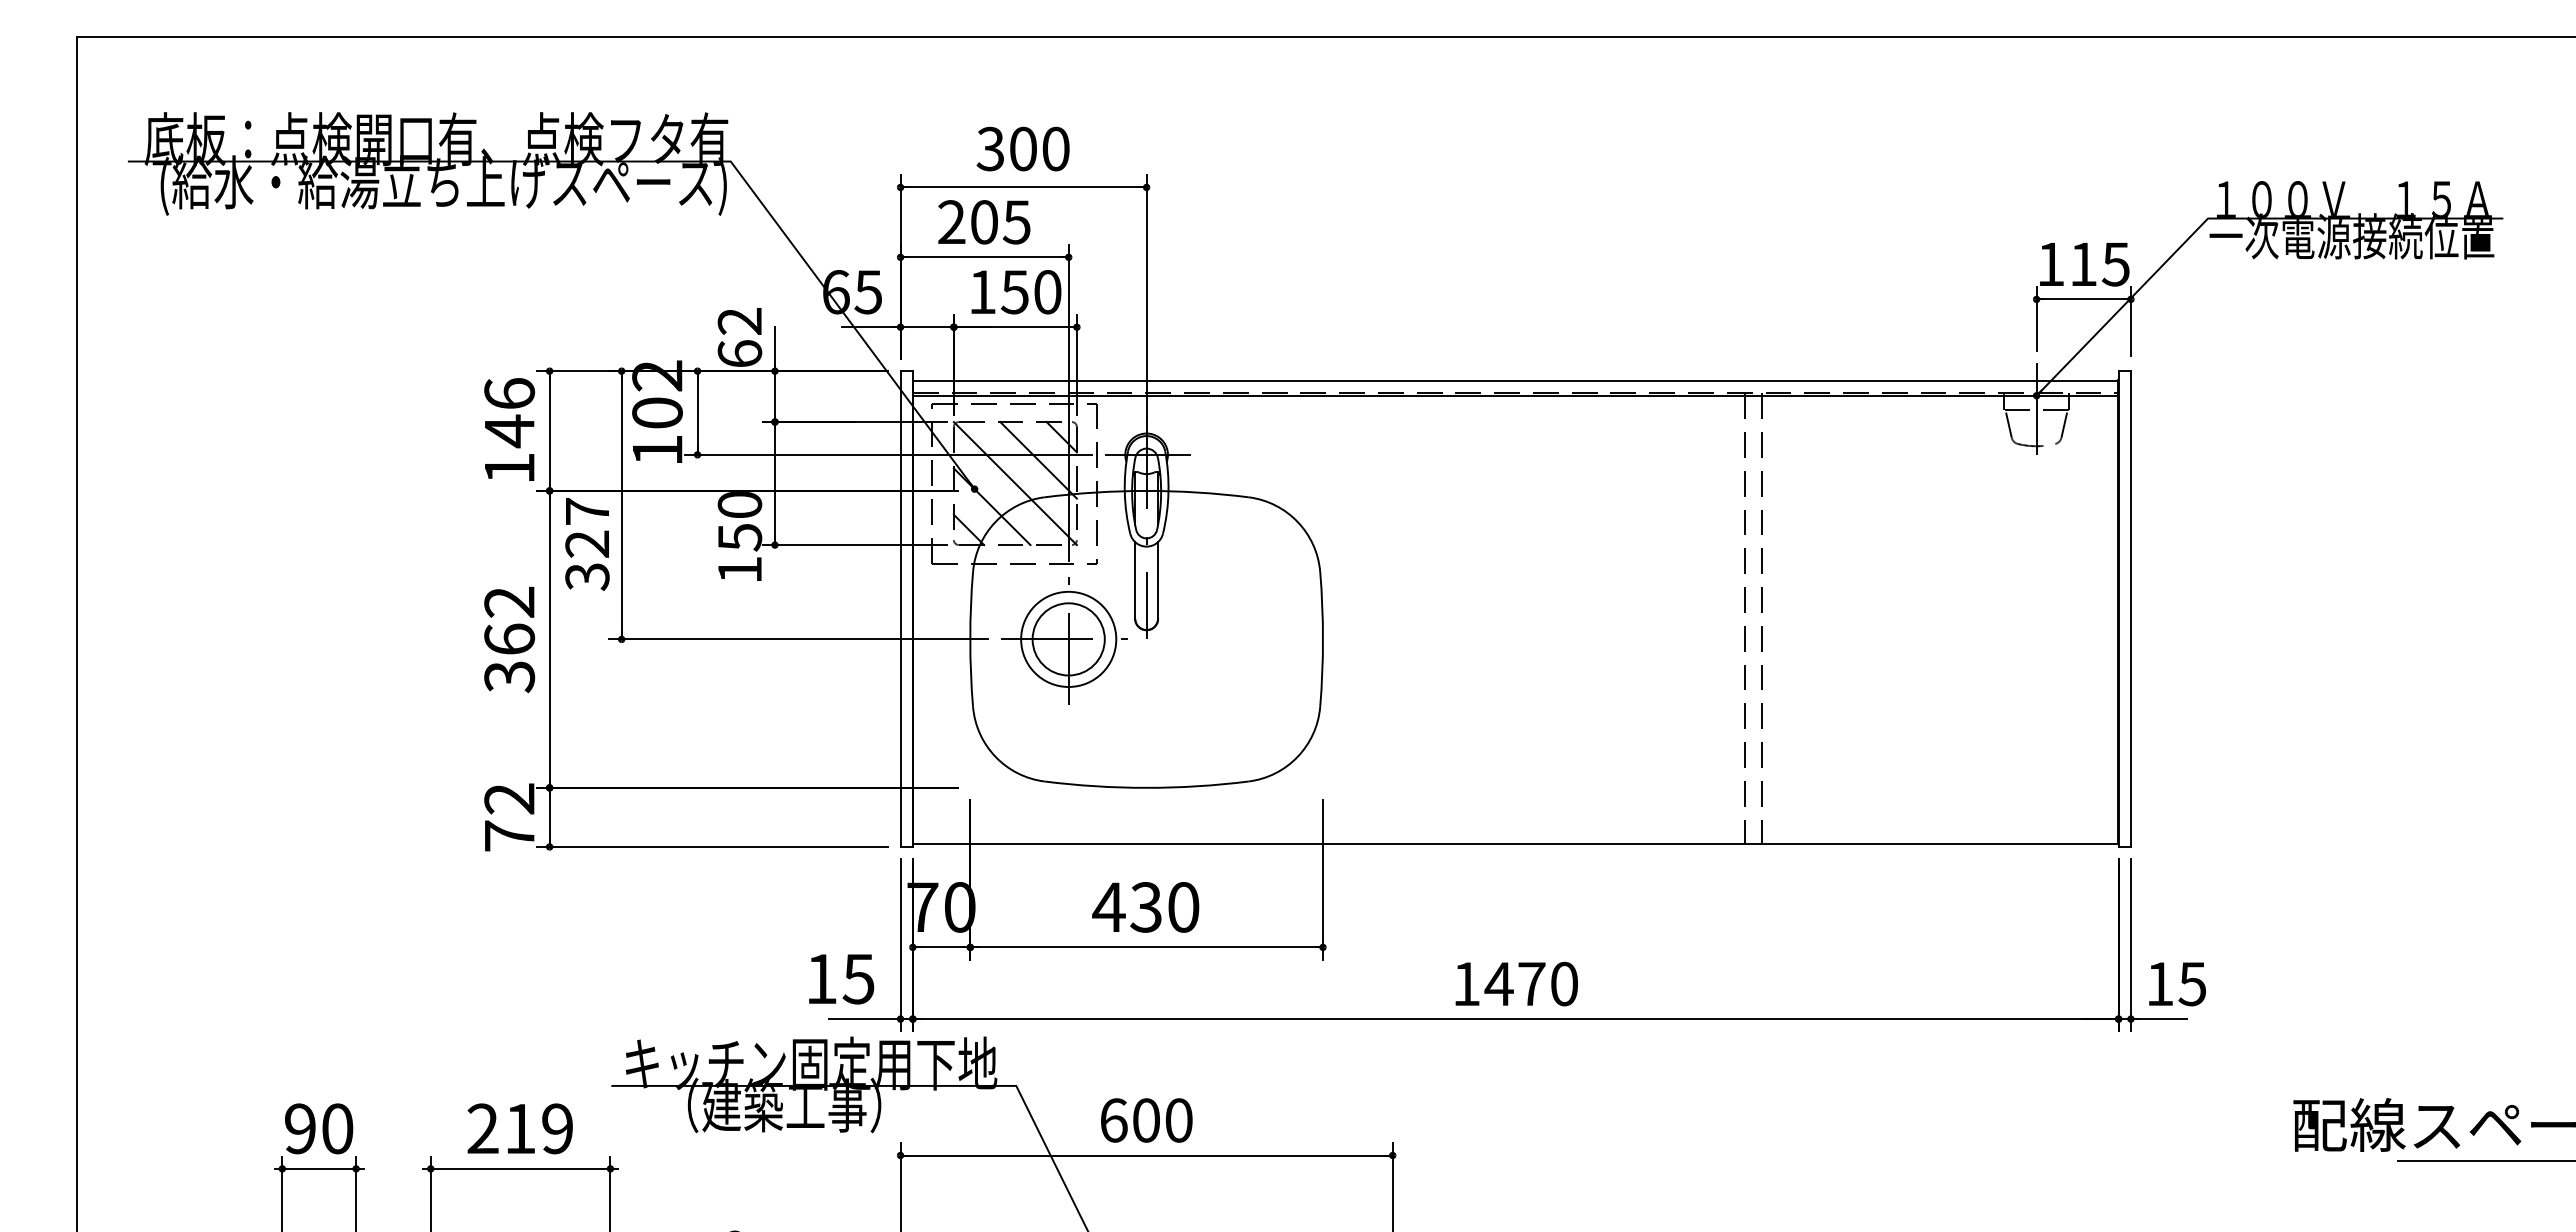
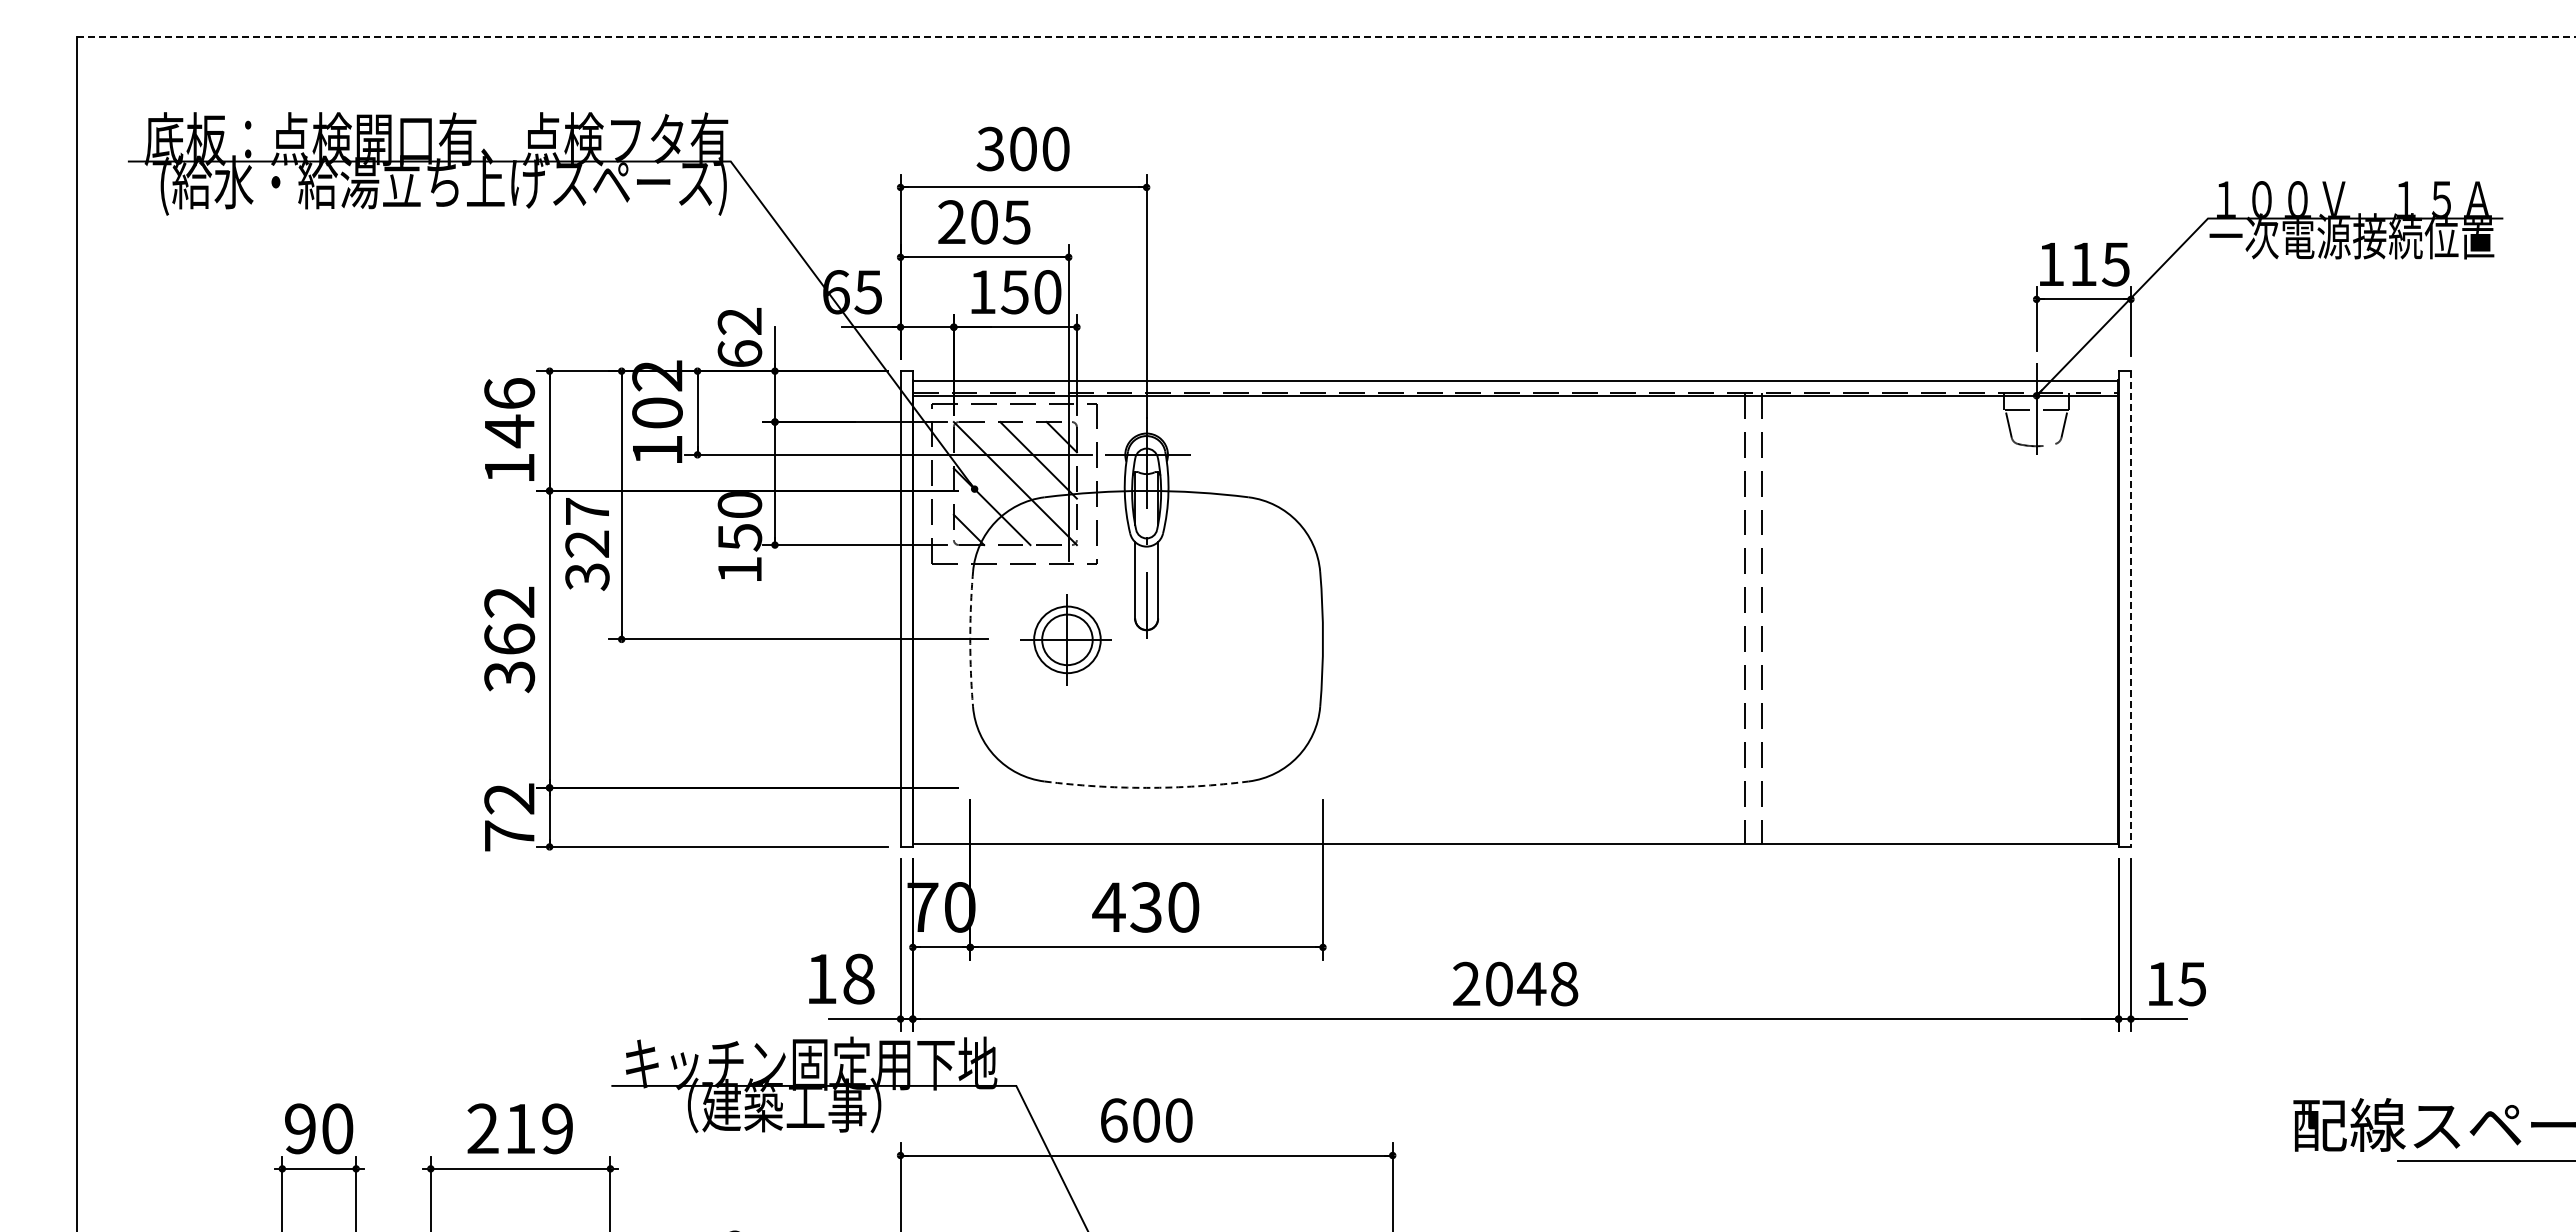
line at (1326, 36): solid -> dashed
line at (2130, 609): solid -> dashed
arc at (970, 639): solid -> dashed
part at (1064, 640) size: 127x128 px -> 92x92 px
arc at (1146, 787): solid -> dashed
text at (858, 978): 15 -> 18
text at (1515, 983): 1470 -> 2048
